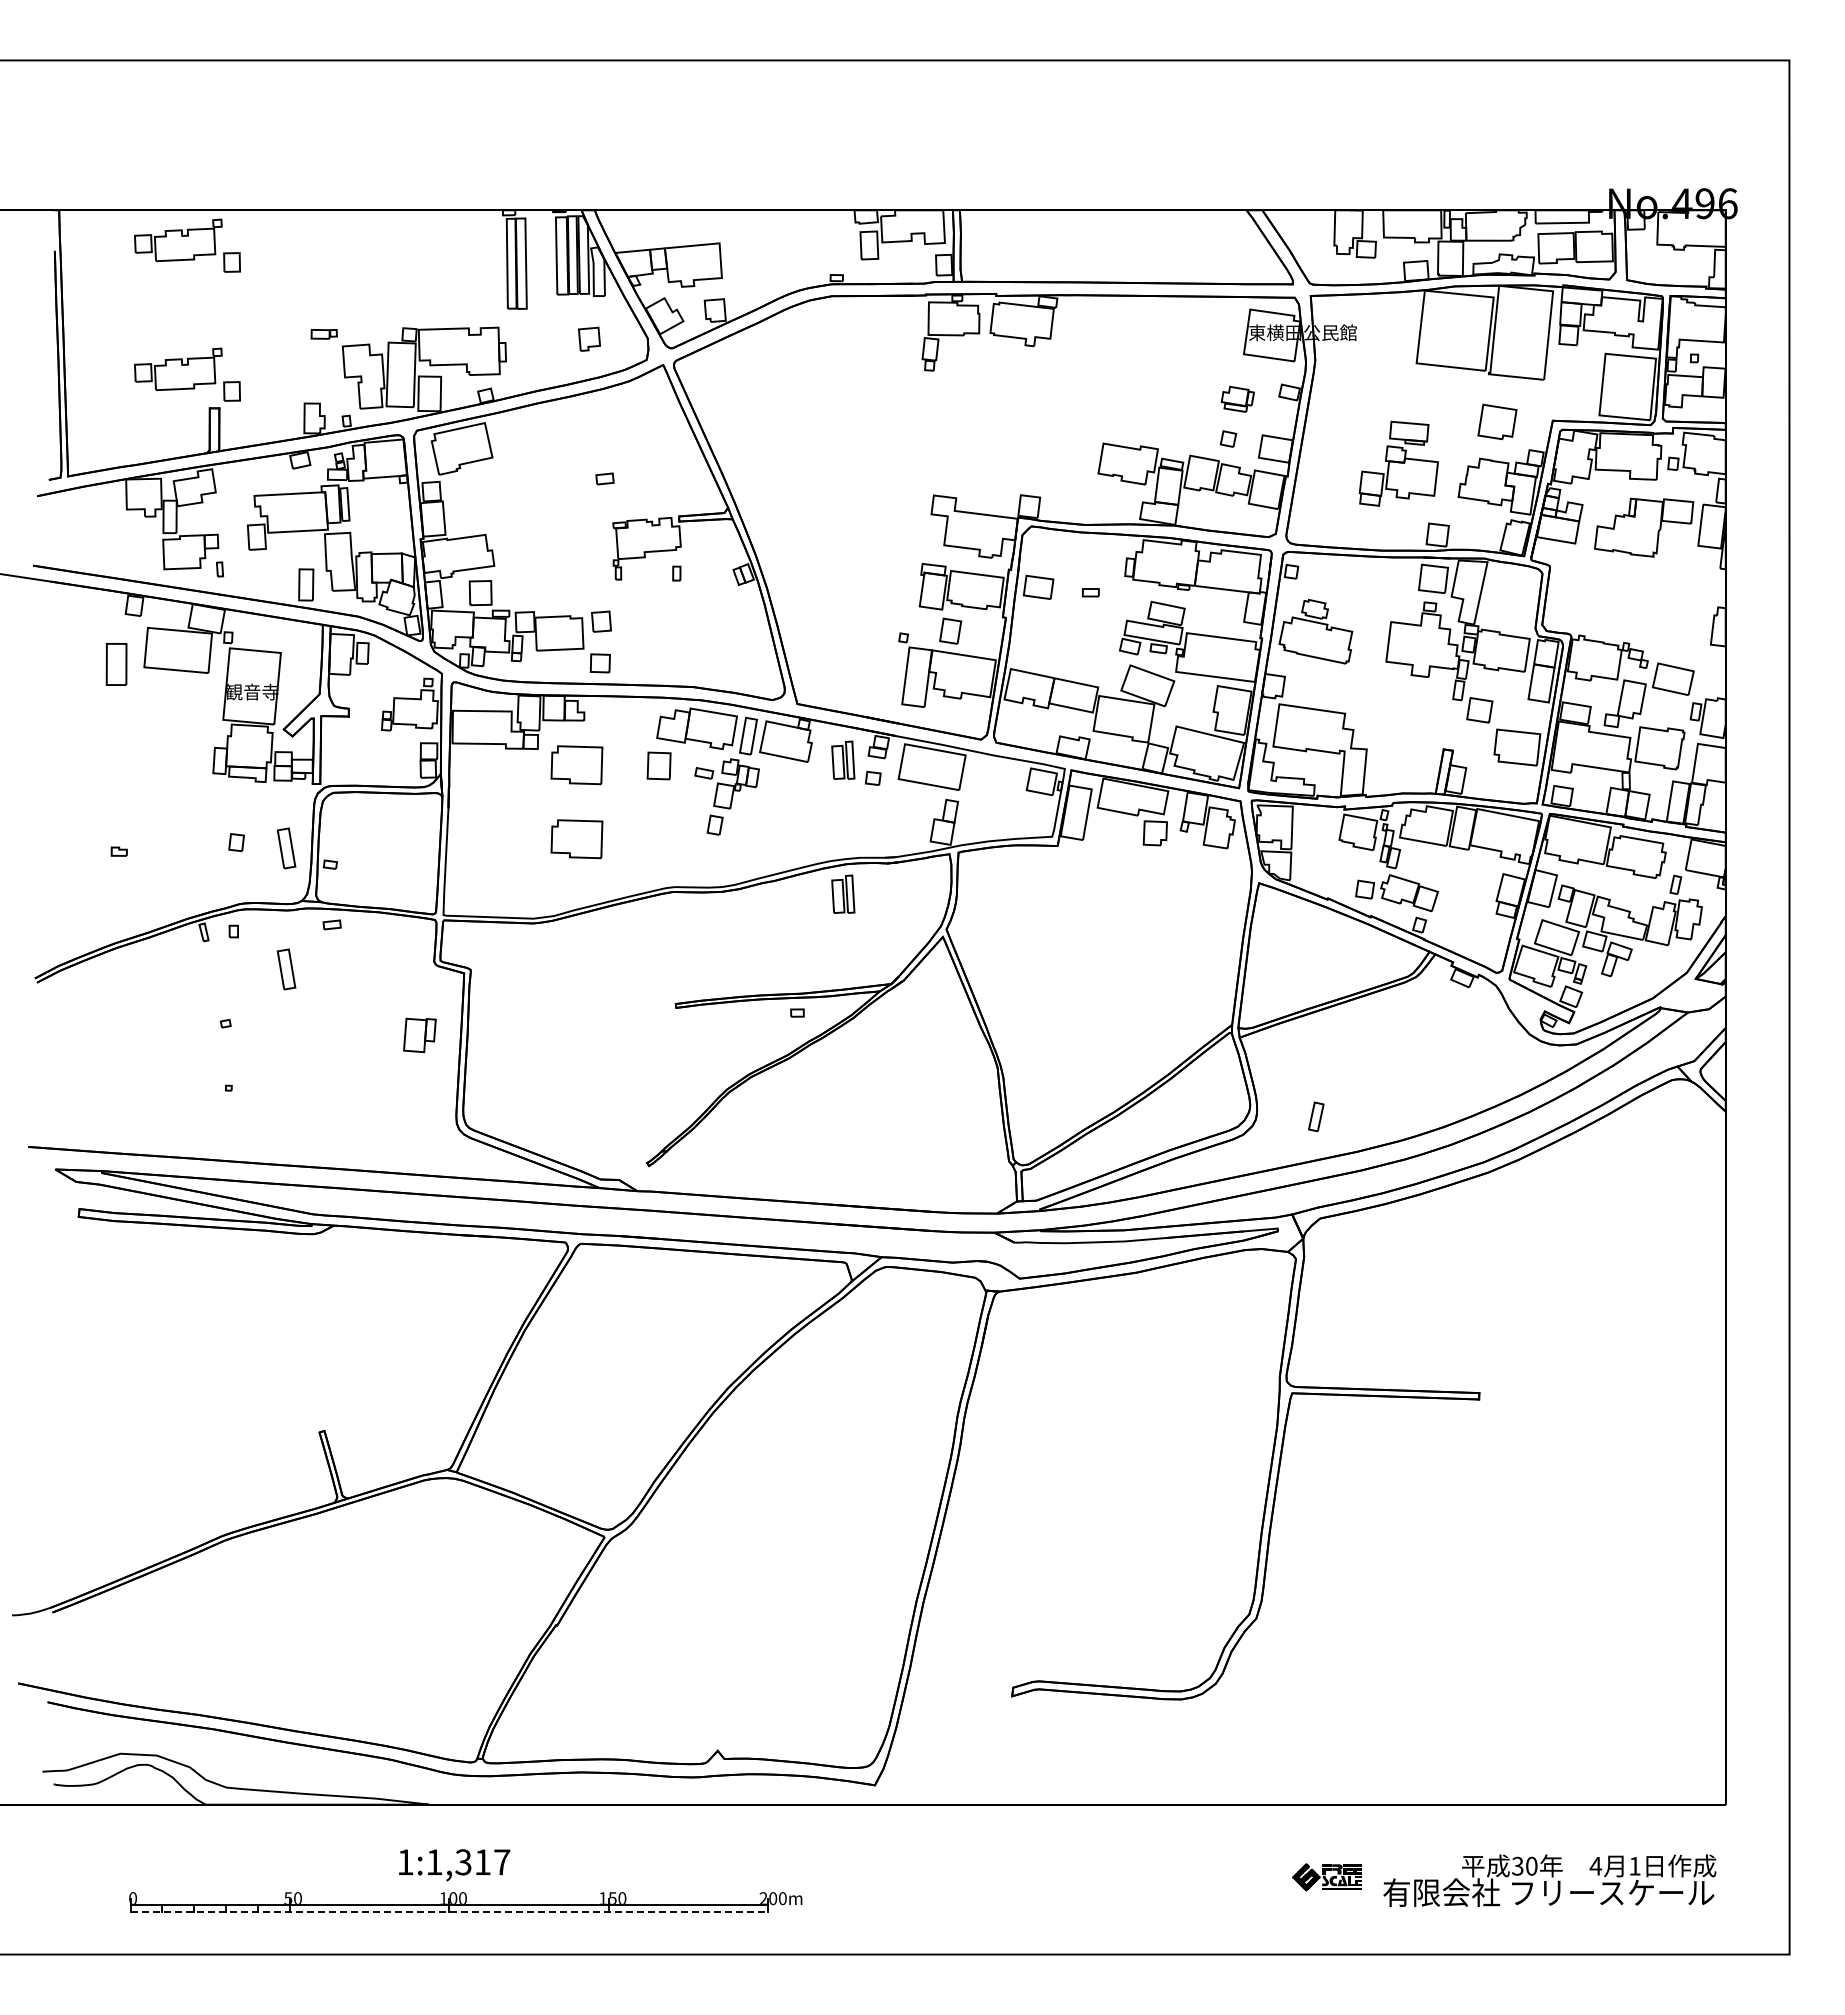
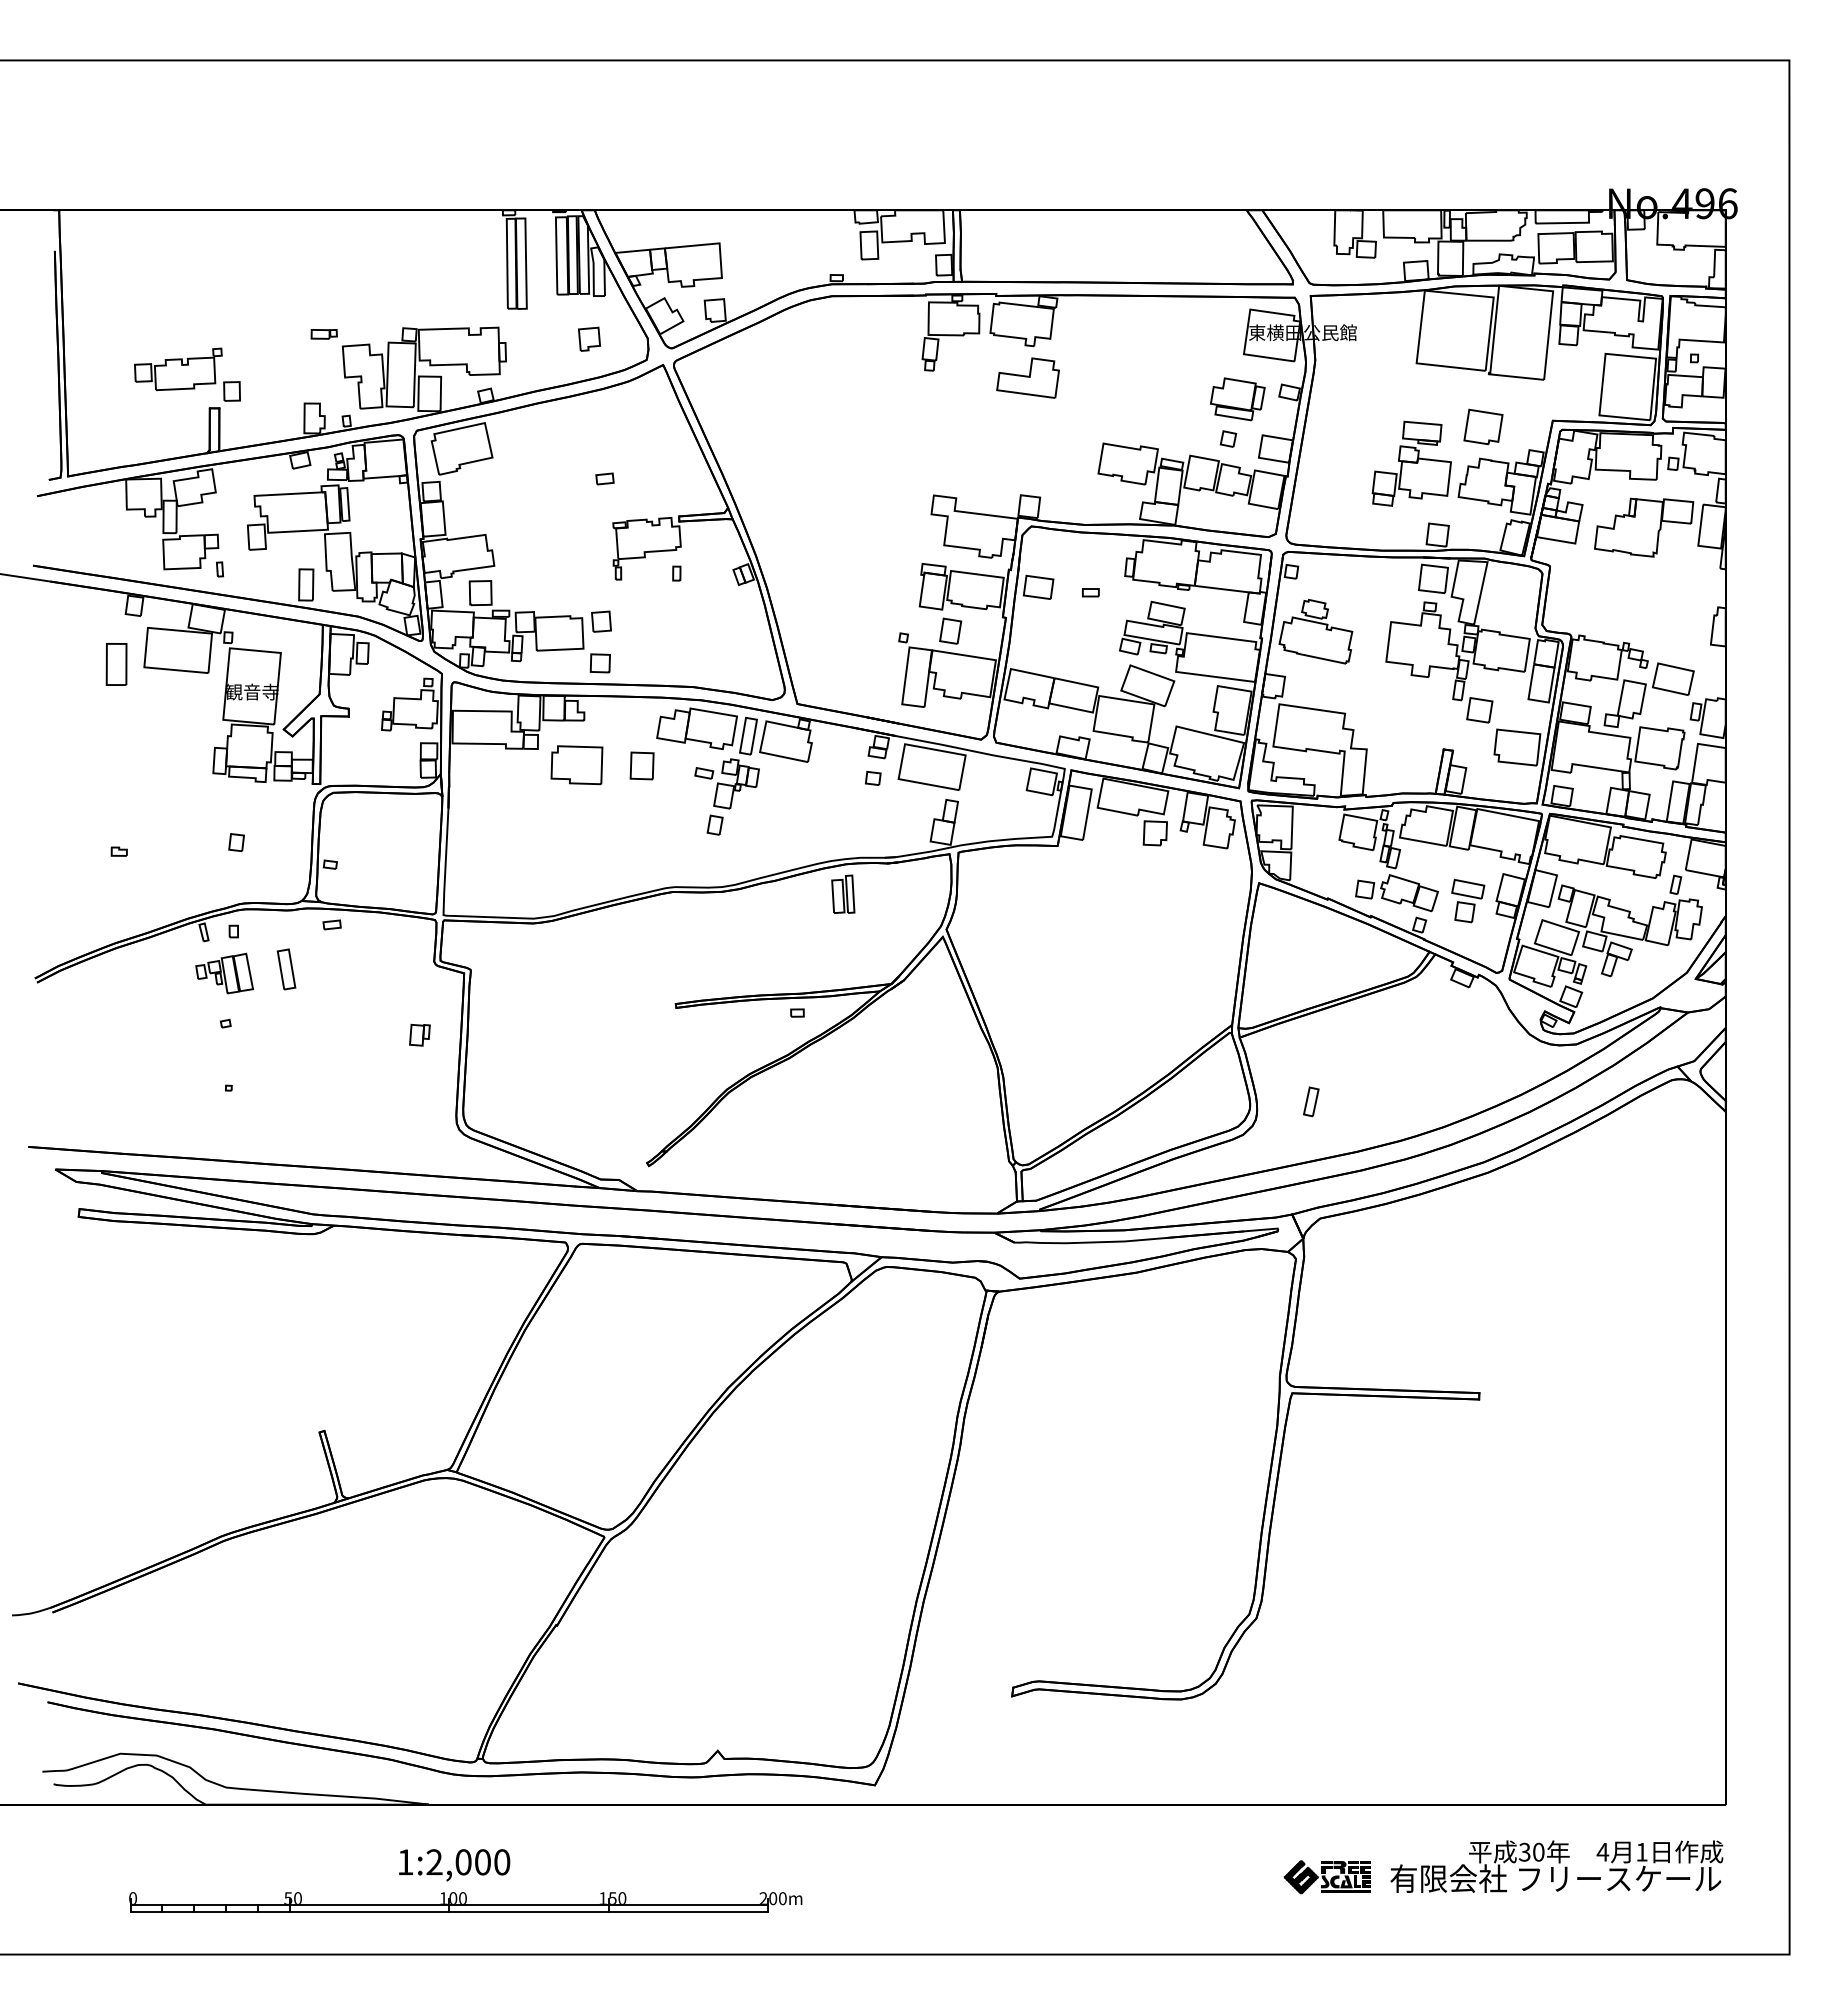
part at (187, 245): present -> none
part at (1027, 377): none -> present
part at (1237, 398) size: 35x28 px -> 56x45 px
part at (1497, 421) position: (1497, 421) -> (1483, 426)
part at (1398, 463) position: (1398, 463) -> (1411, 463)
part at (843, 759): present -> none
part at (658, 765) position: (658, 765) -> (641, 765)
part at (576, 839): present -> none
part at (286, 848): present -> none
part at (1468, 900): none -> present
part at (224, 973): none -> present
part at (419, 1035) size: 34x37 px -> 22x24 px
part at (1316, 1116) position: (1316, 1116) -> (1311, 1101)
text at (468, 1862): 1:1,317 -> 1:2,000
part at (1326, 1877) size: 70x29 px -> 88x35 px
text at (1549, 1880) position: (1549, 1880) -> (1556, 1866)
line at (449, 1911): dashed -> solid
